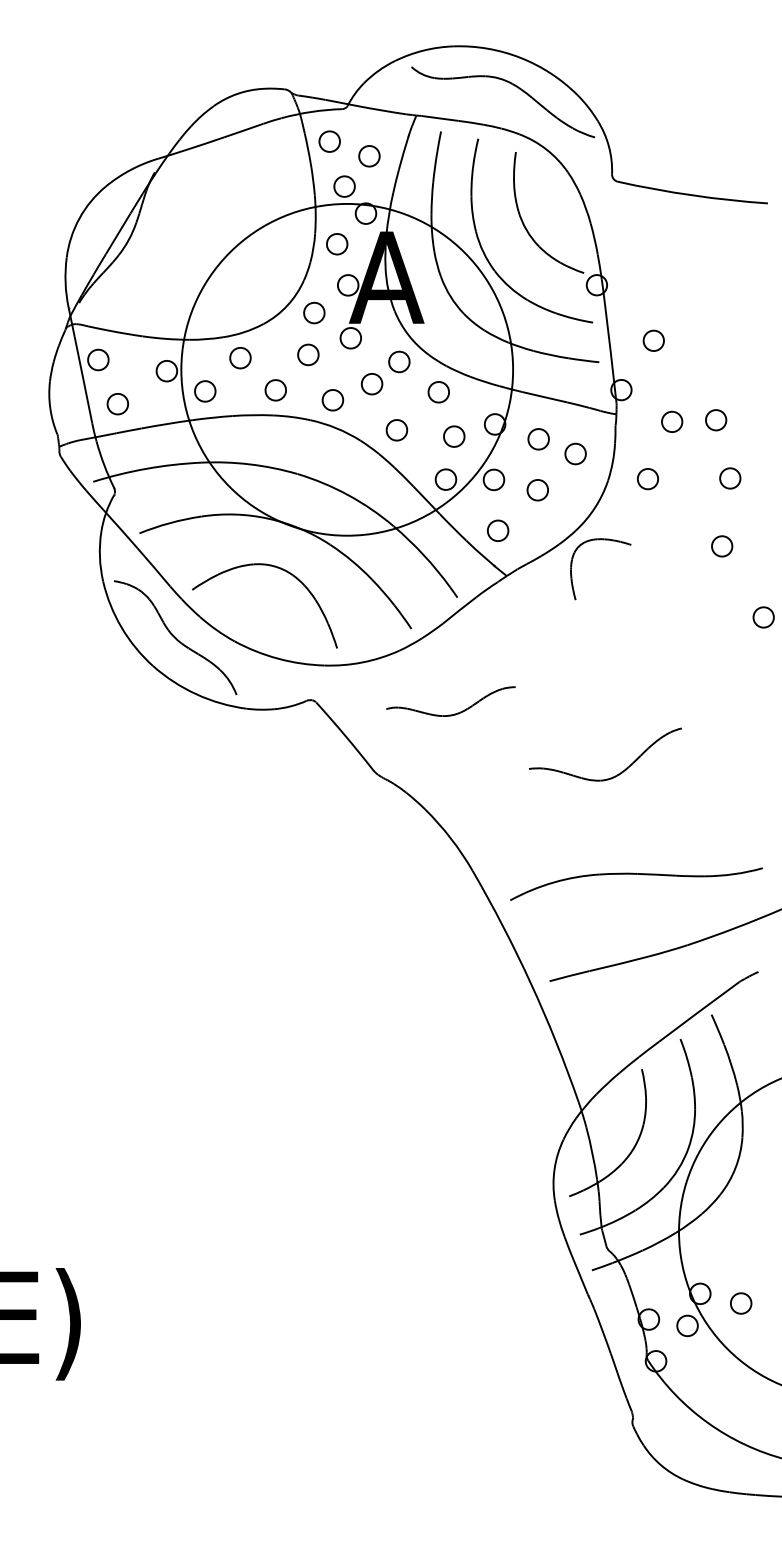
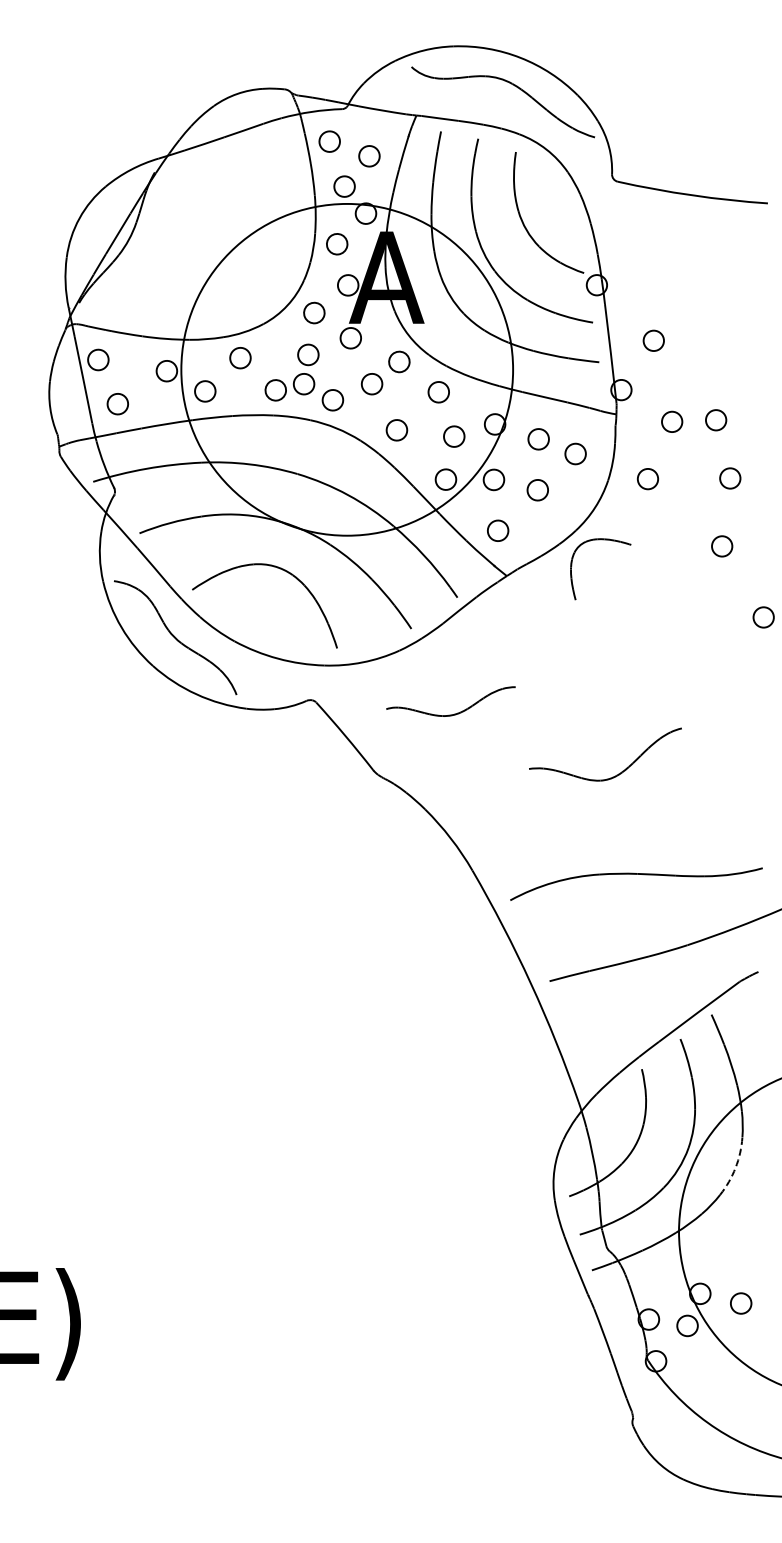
part at (304, 384): none -> present
arc at (735, 1167): solid -> dashed
